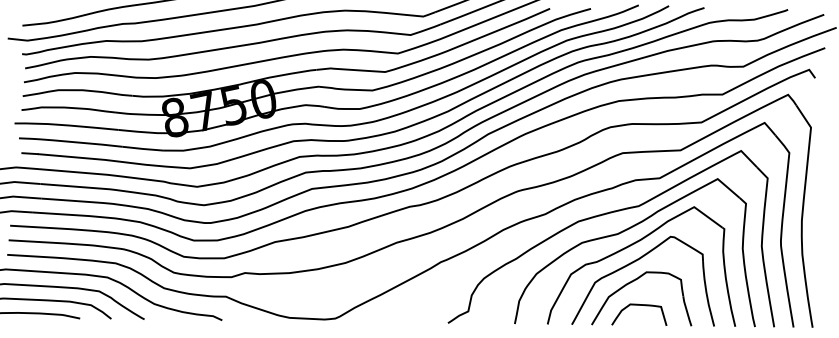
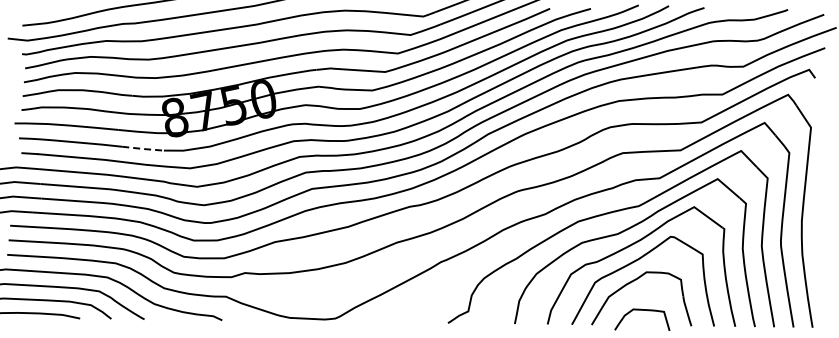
line at (143, 149): solid -> dashed
curve at (639, 305) position: (639, 305) -> (642, 310)
